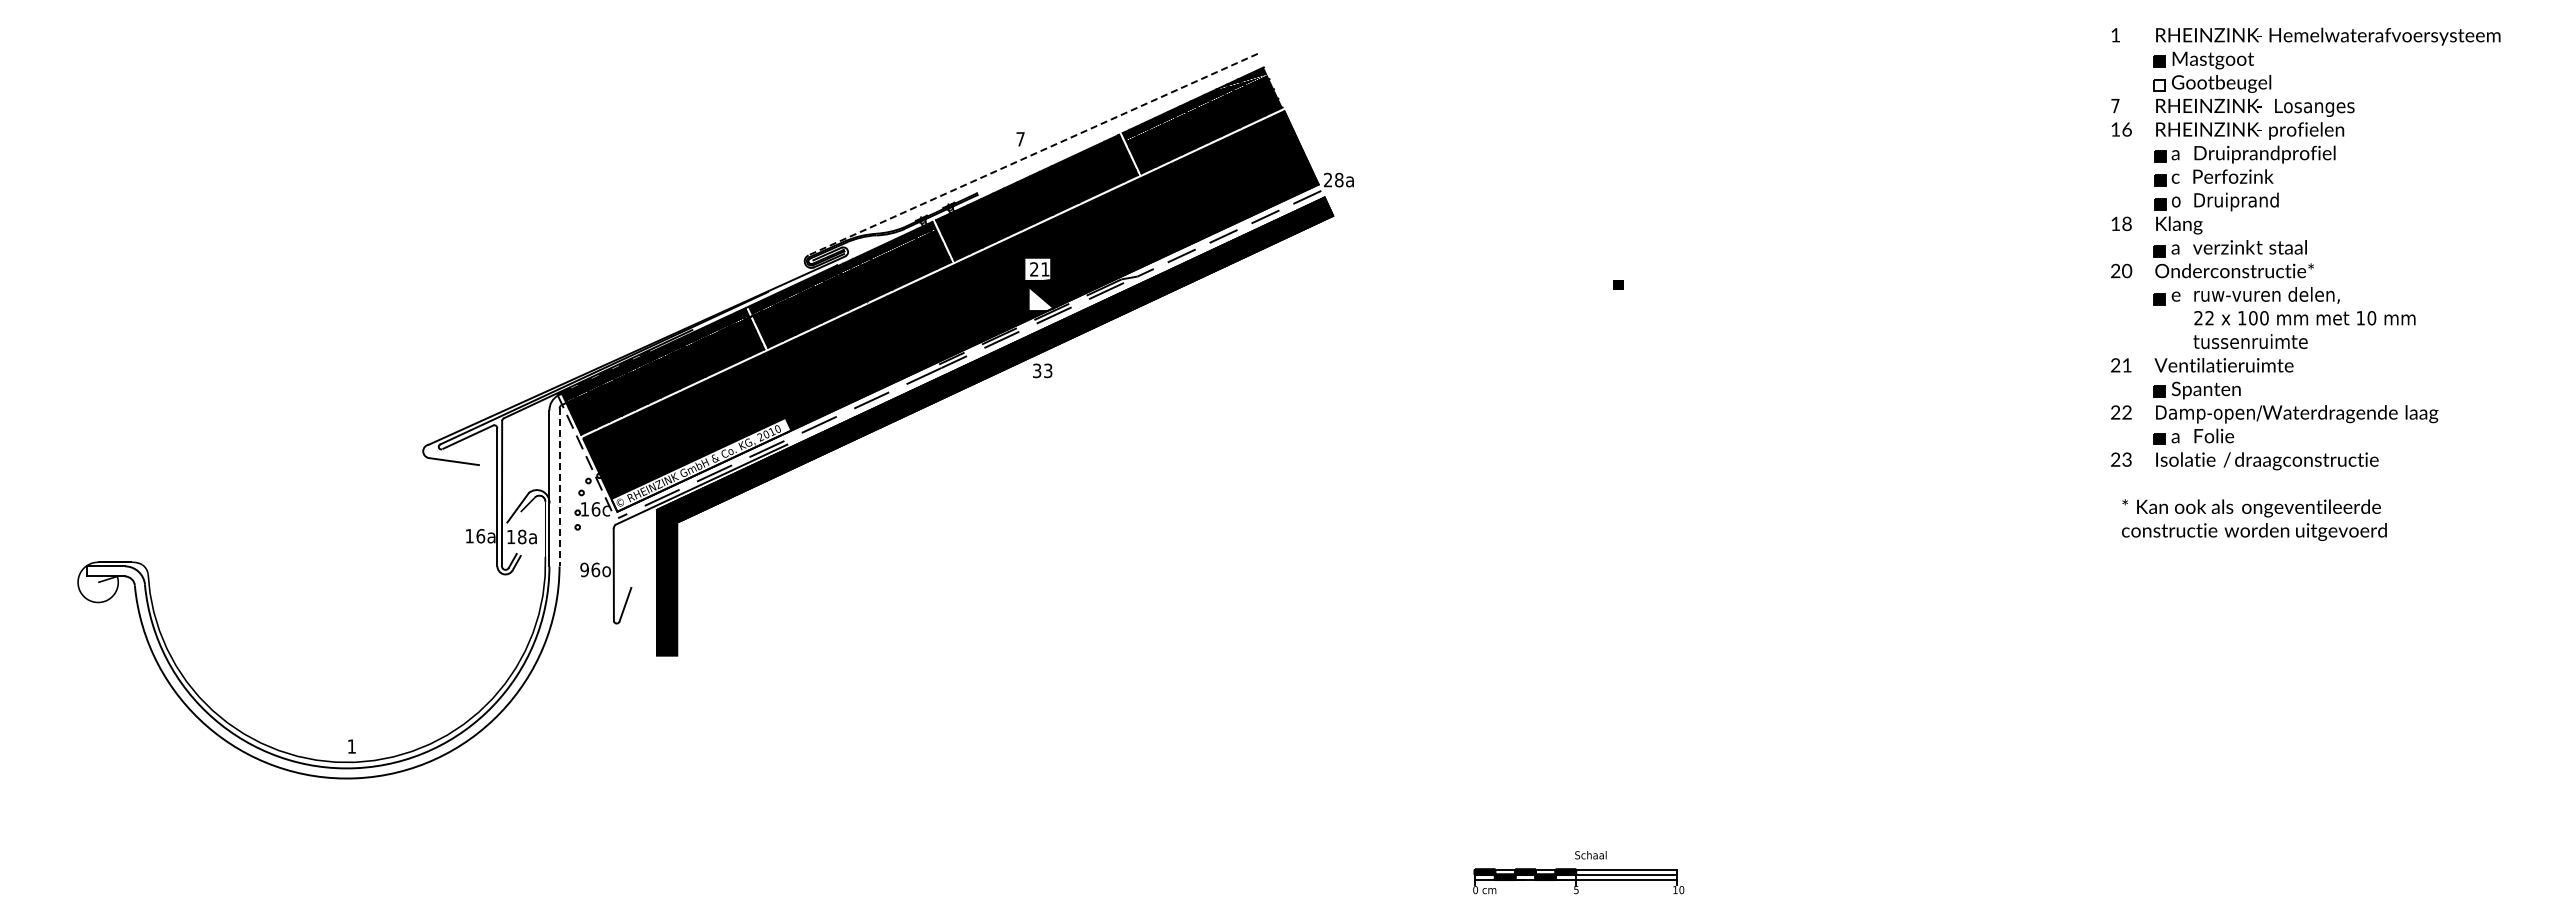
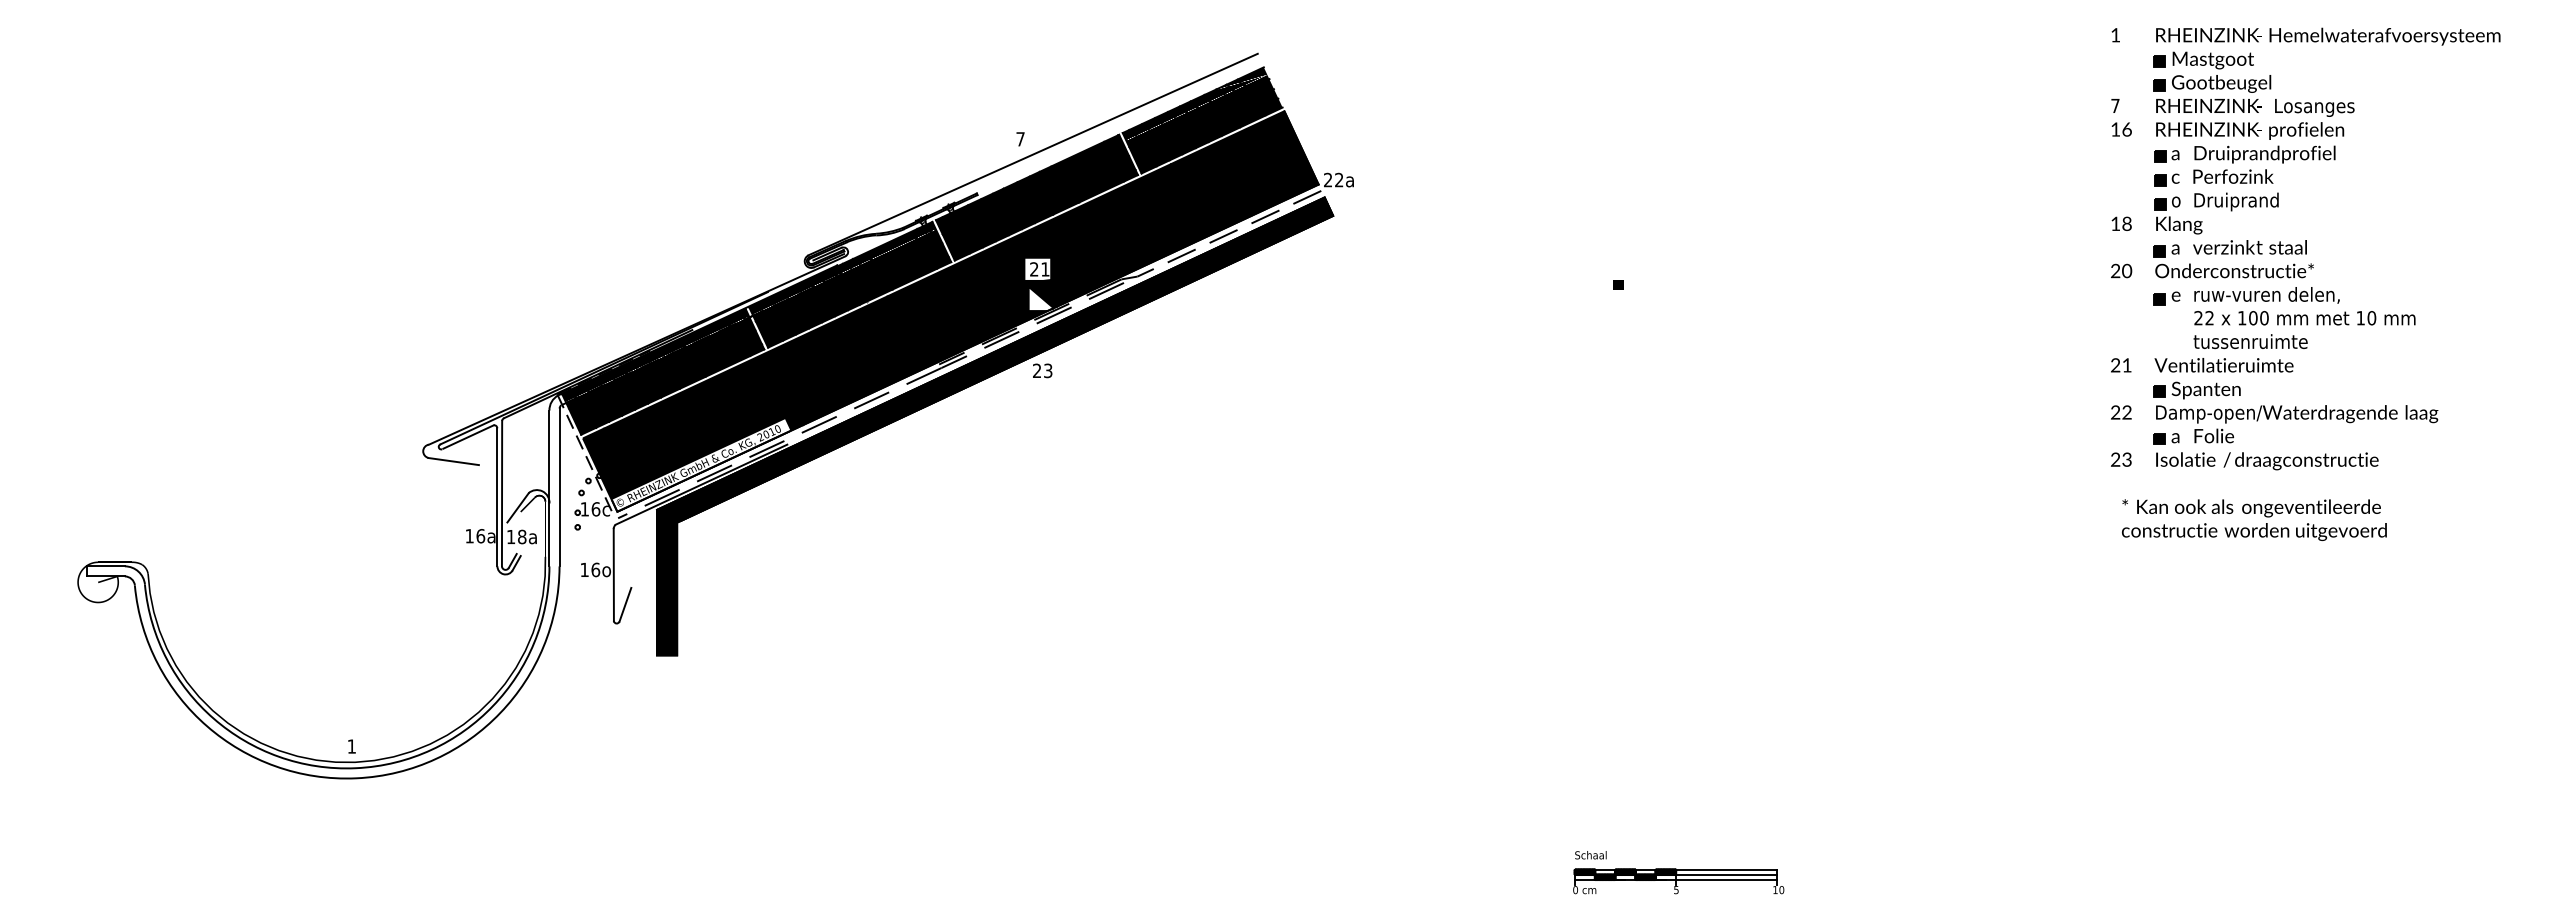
fill at (2159, 84): none -> present
line at (1032, 154): dashed -> solid
text at (1339, 180): 28a -> 22a
text at (1037, 371): 33 -> 23
line at (559, 487): dashed -> solid
text at (584, 569): 96o -> 16o
part at (1578, 881) position: (1578, 881) -> (1678, 881)
